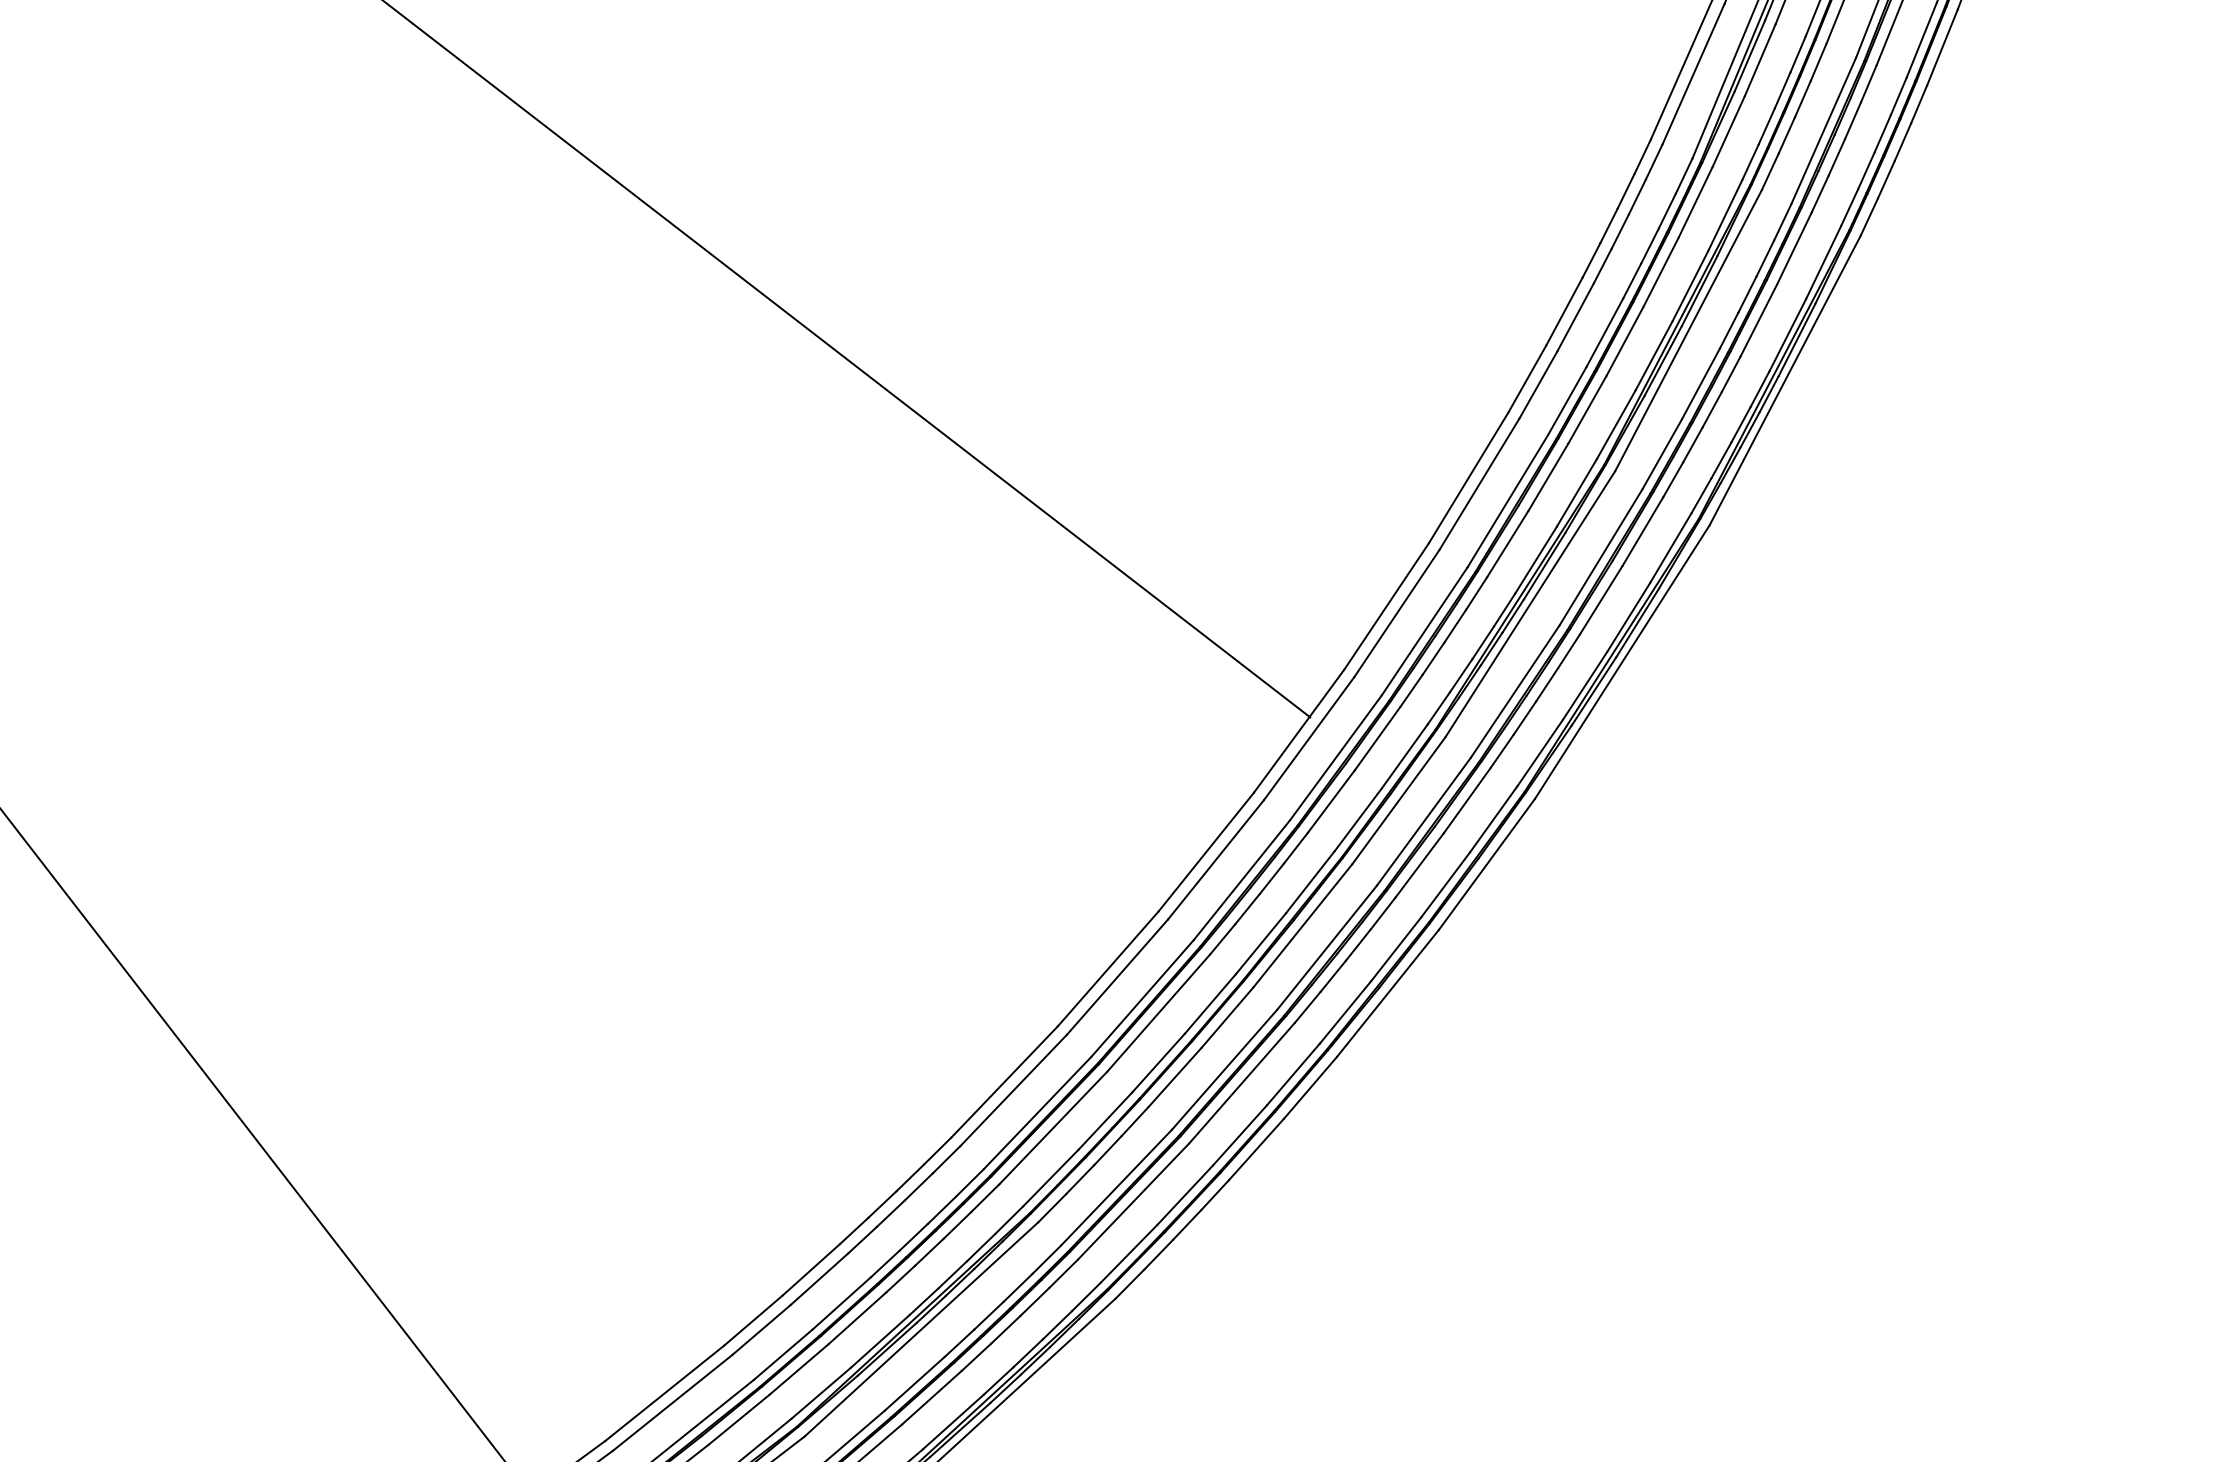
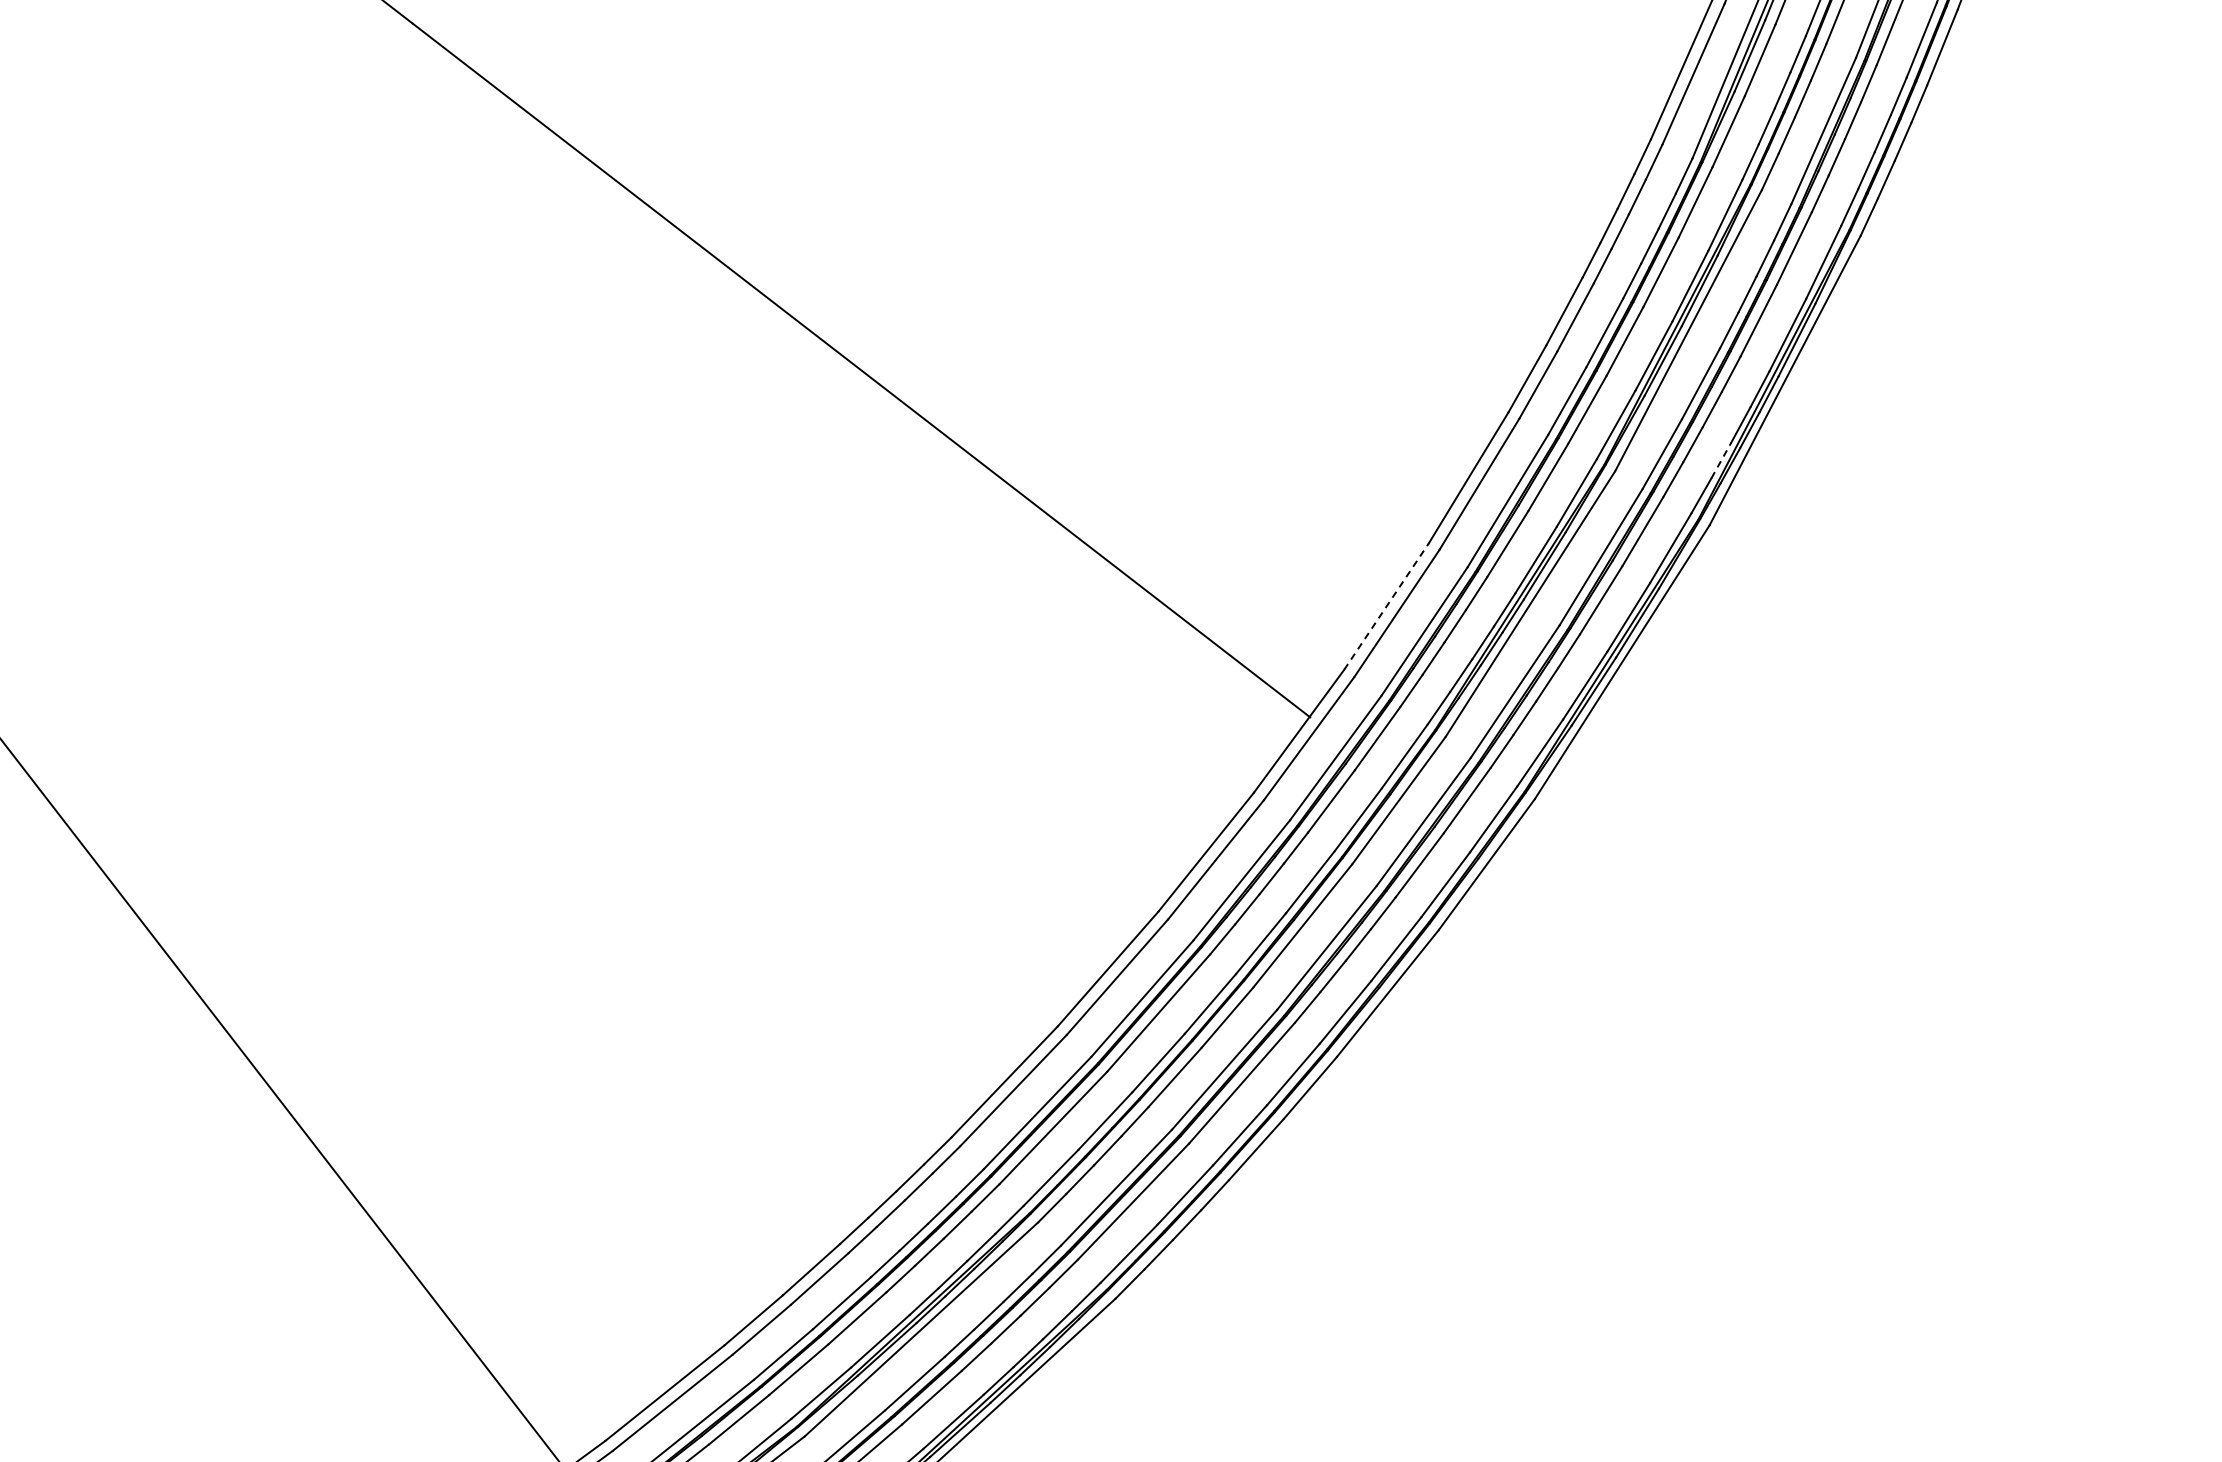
line at (1721, 460): solid -> dashed
line at (1386, 606): solid -> dashed
line at (252, 1134) position: (252, 1134) -> (279, 1099)
